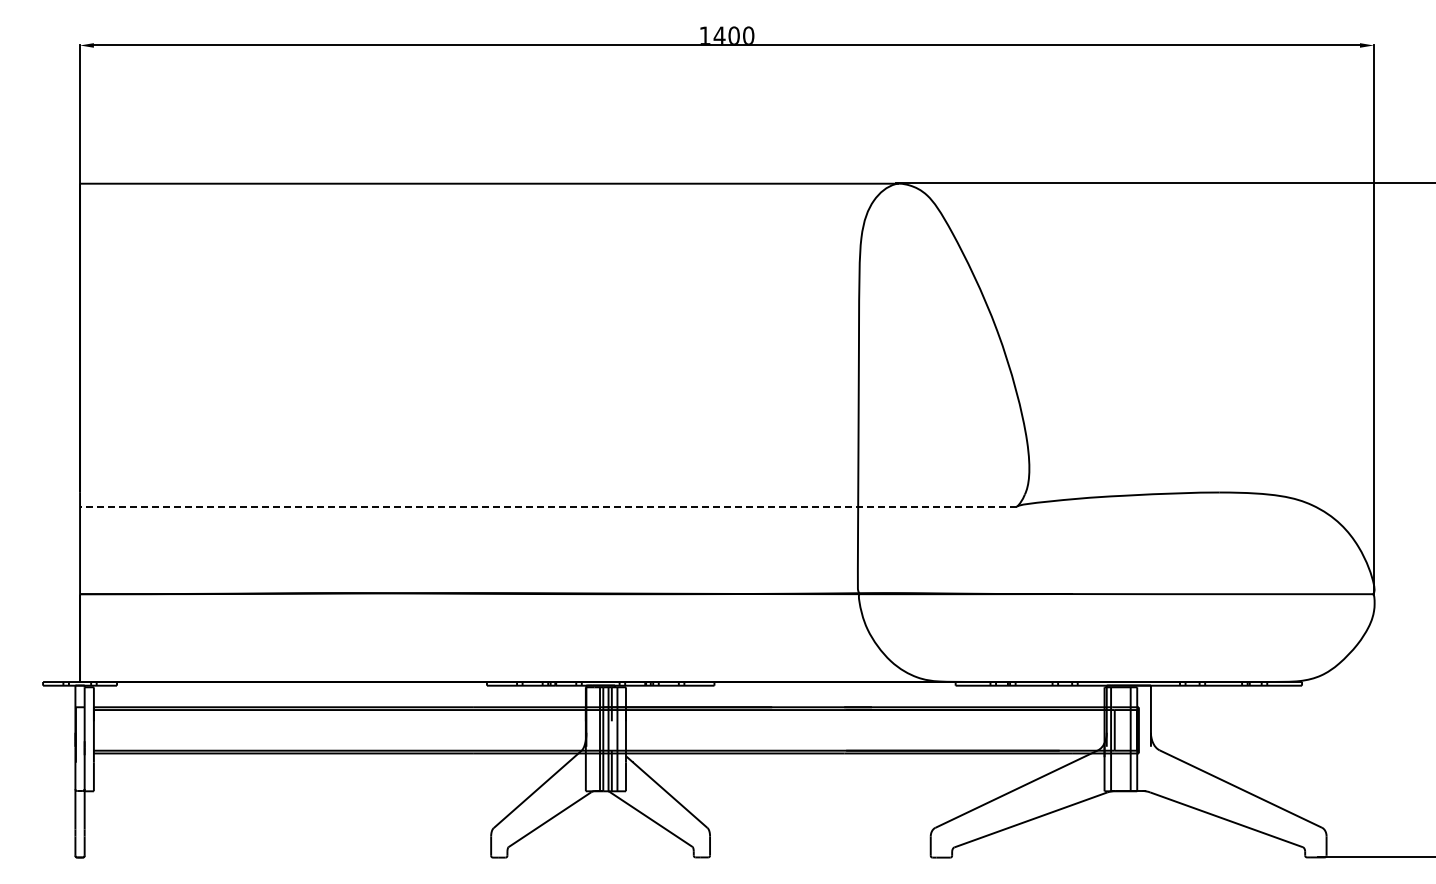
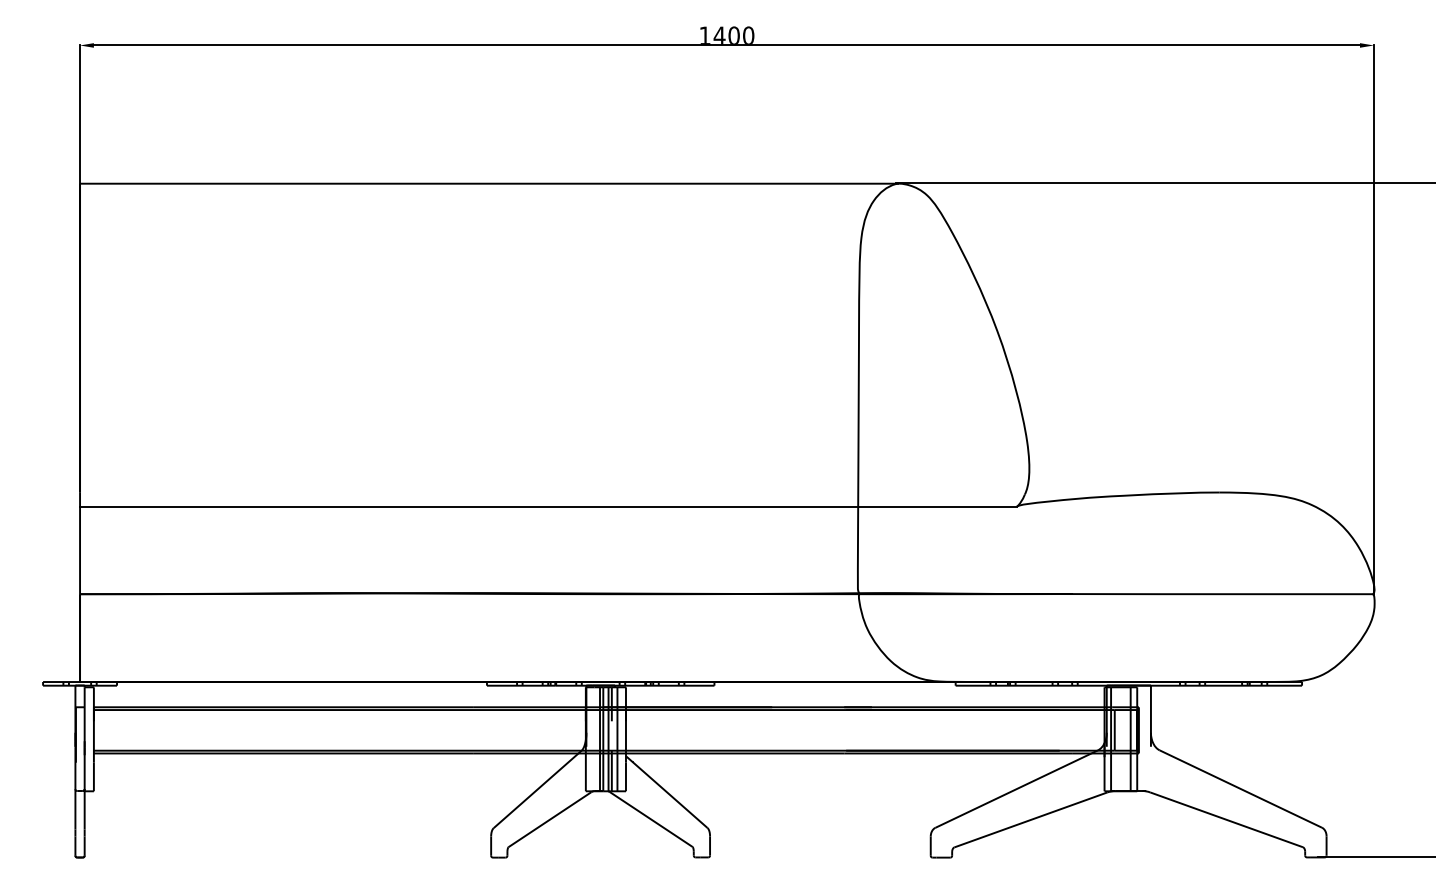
line at (548, 506): dashed -> solid
